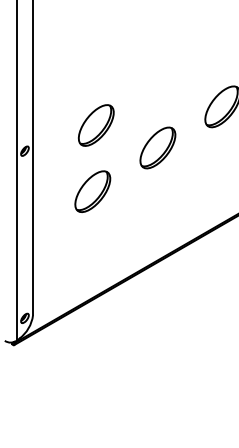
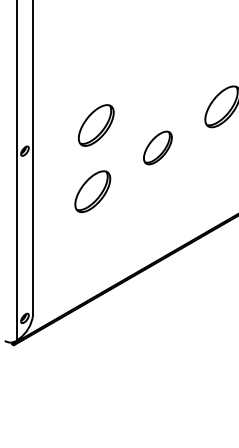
part at (157, 147) size: 38x44 px -> 30x36 px
